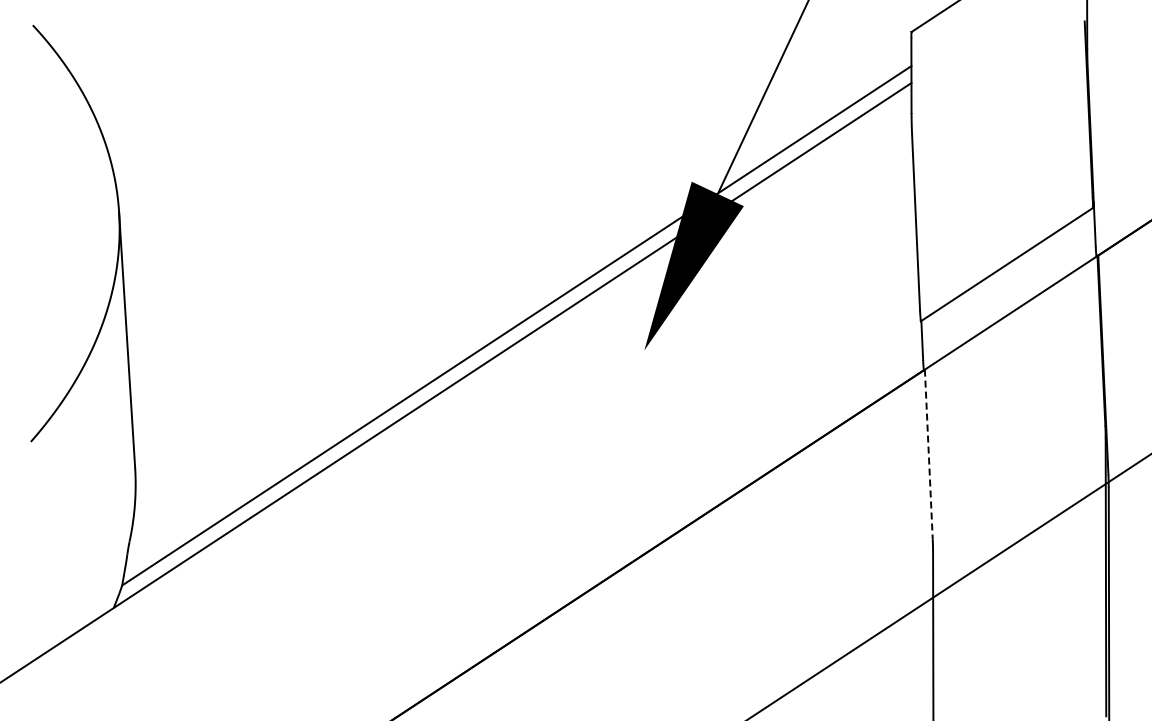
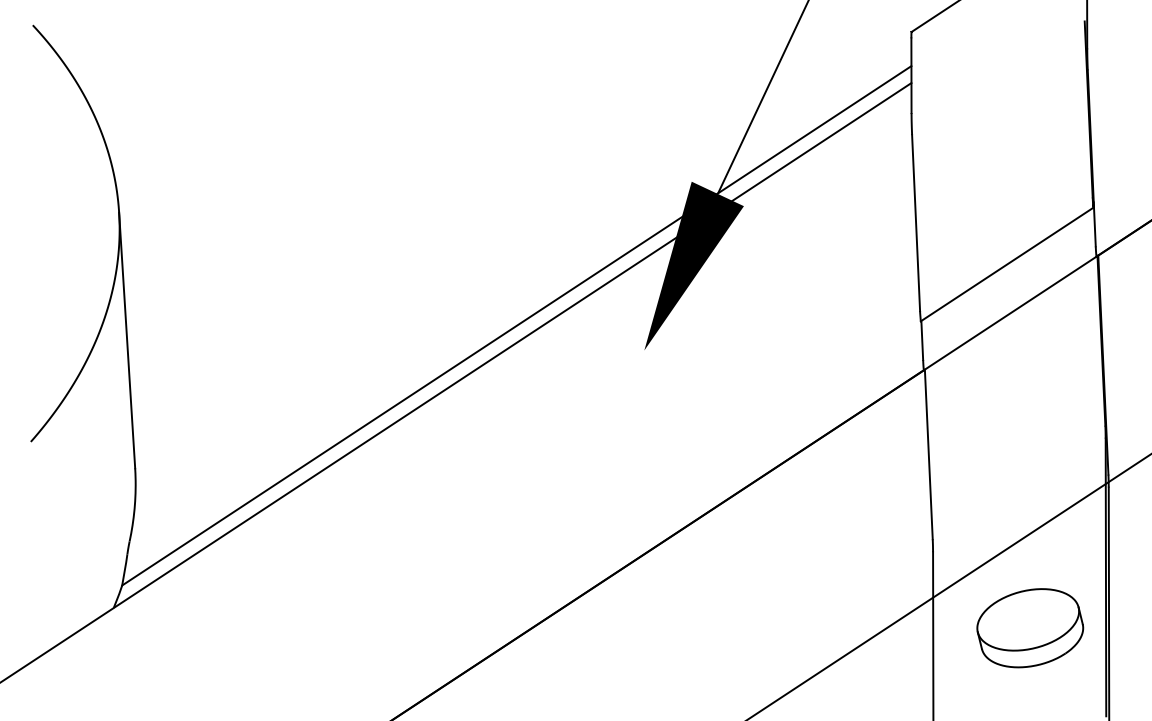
line at (928, 454): dashed -> solid
part at (1030, 628): none -> present
